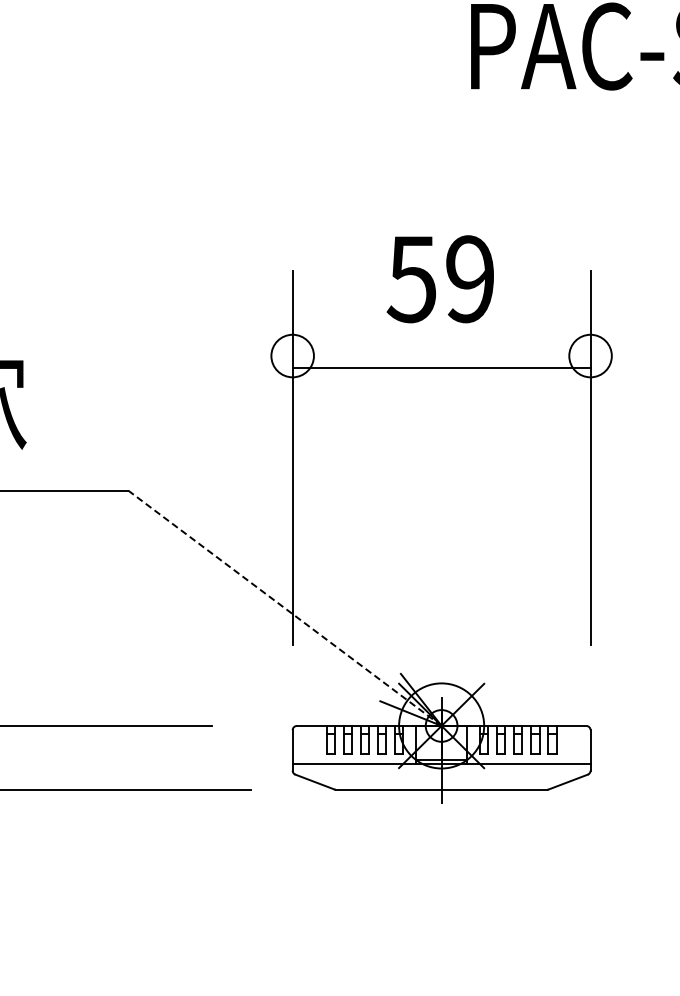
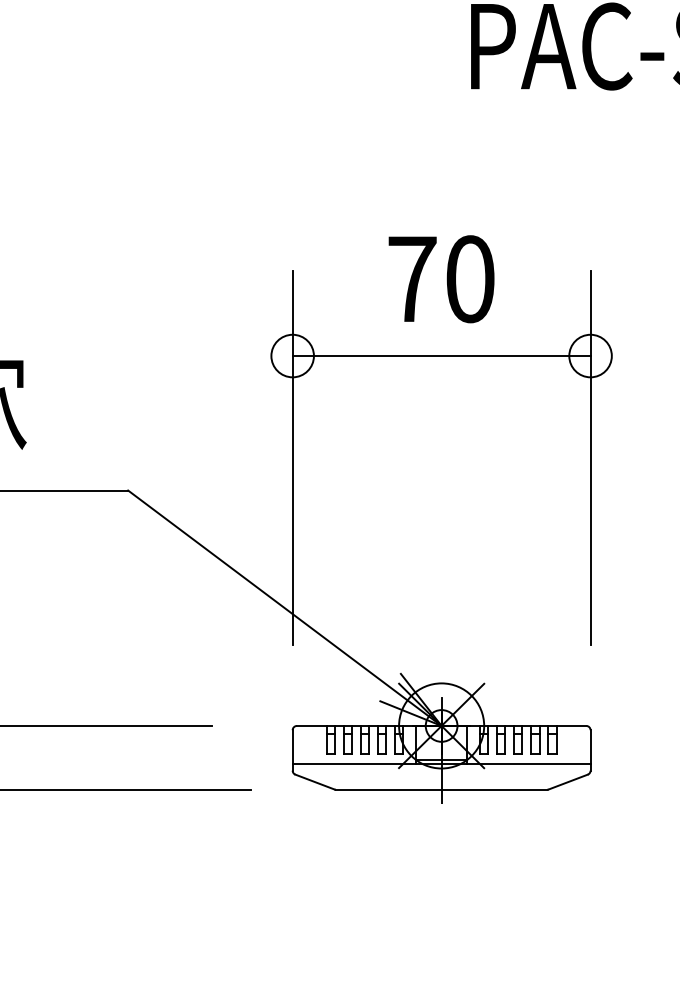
text at (440, 279): 59 -> 70
line at (441, 368) position: (441, 368) -> (441, 356)
line at (284, 607): dashed -> solid
